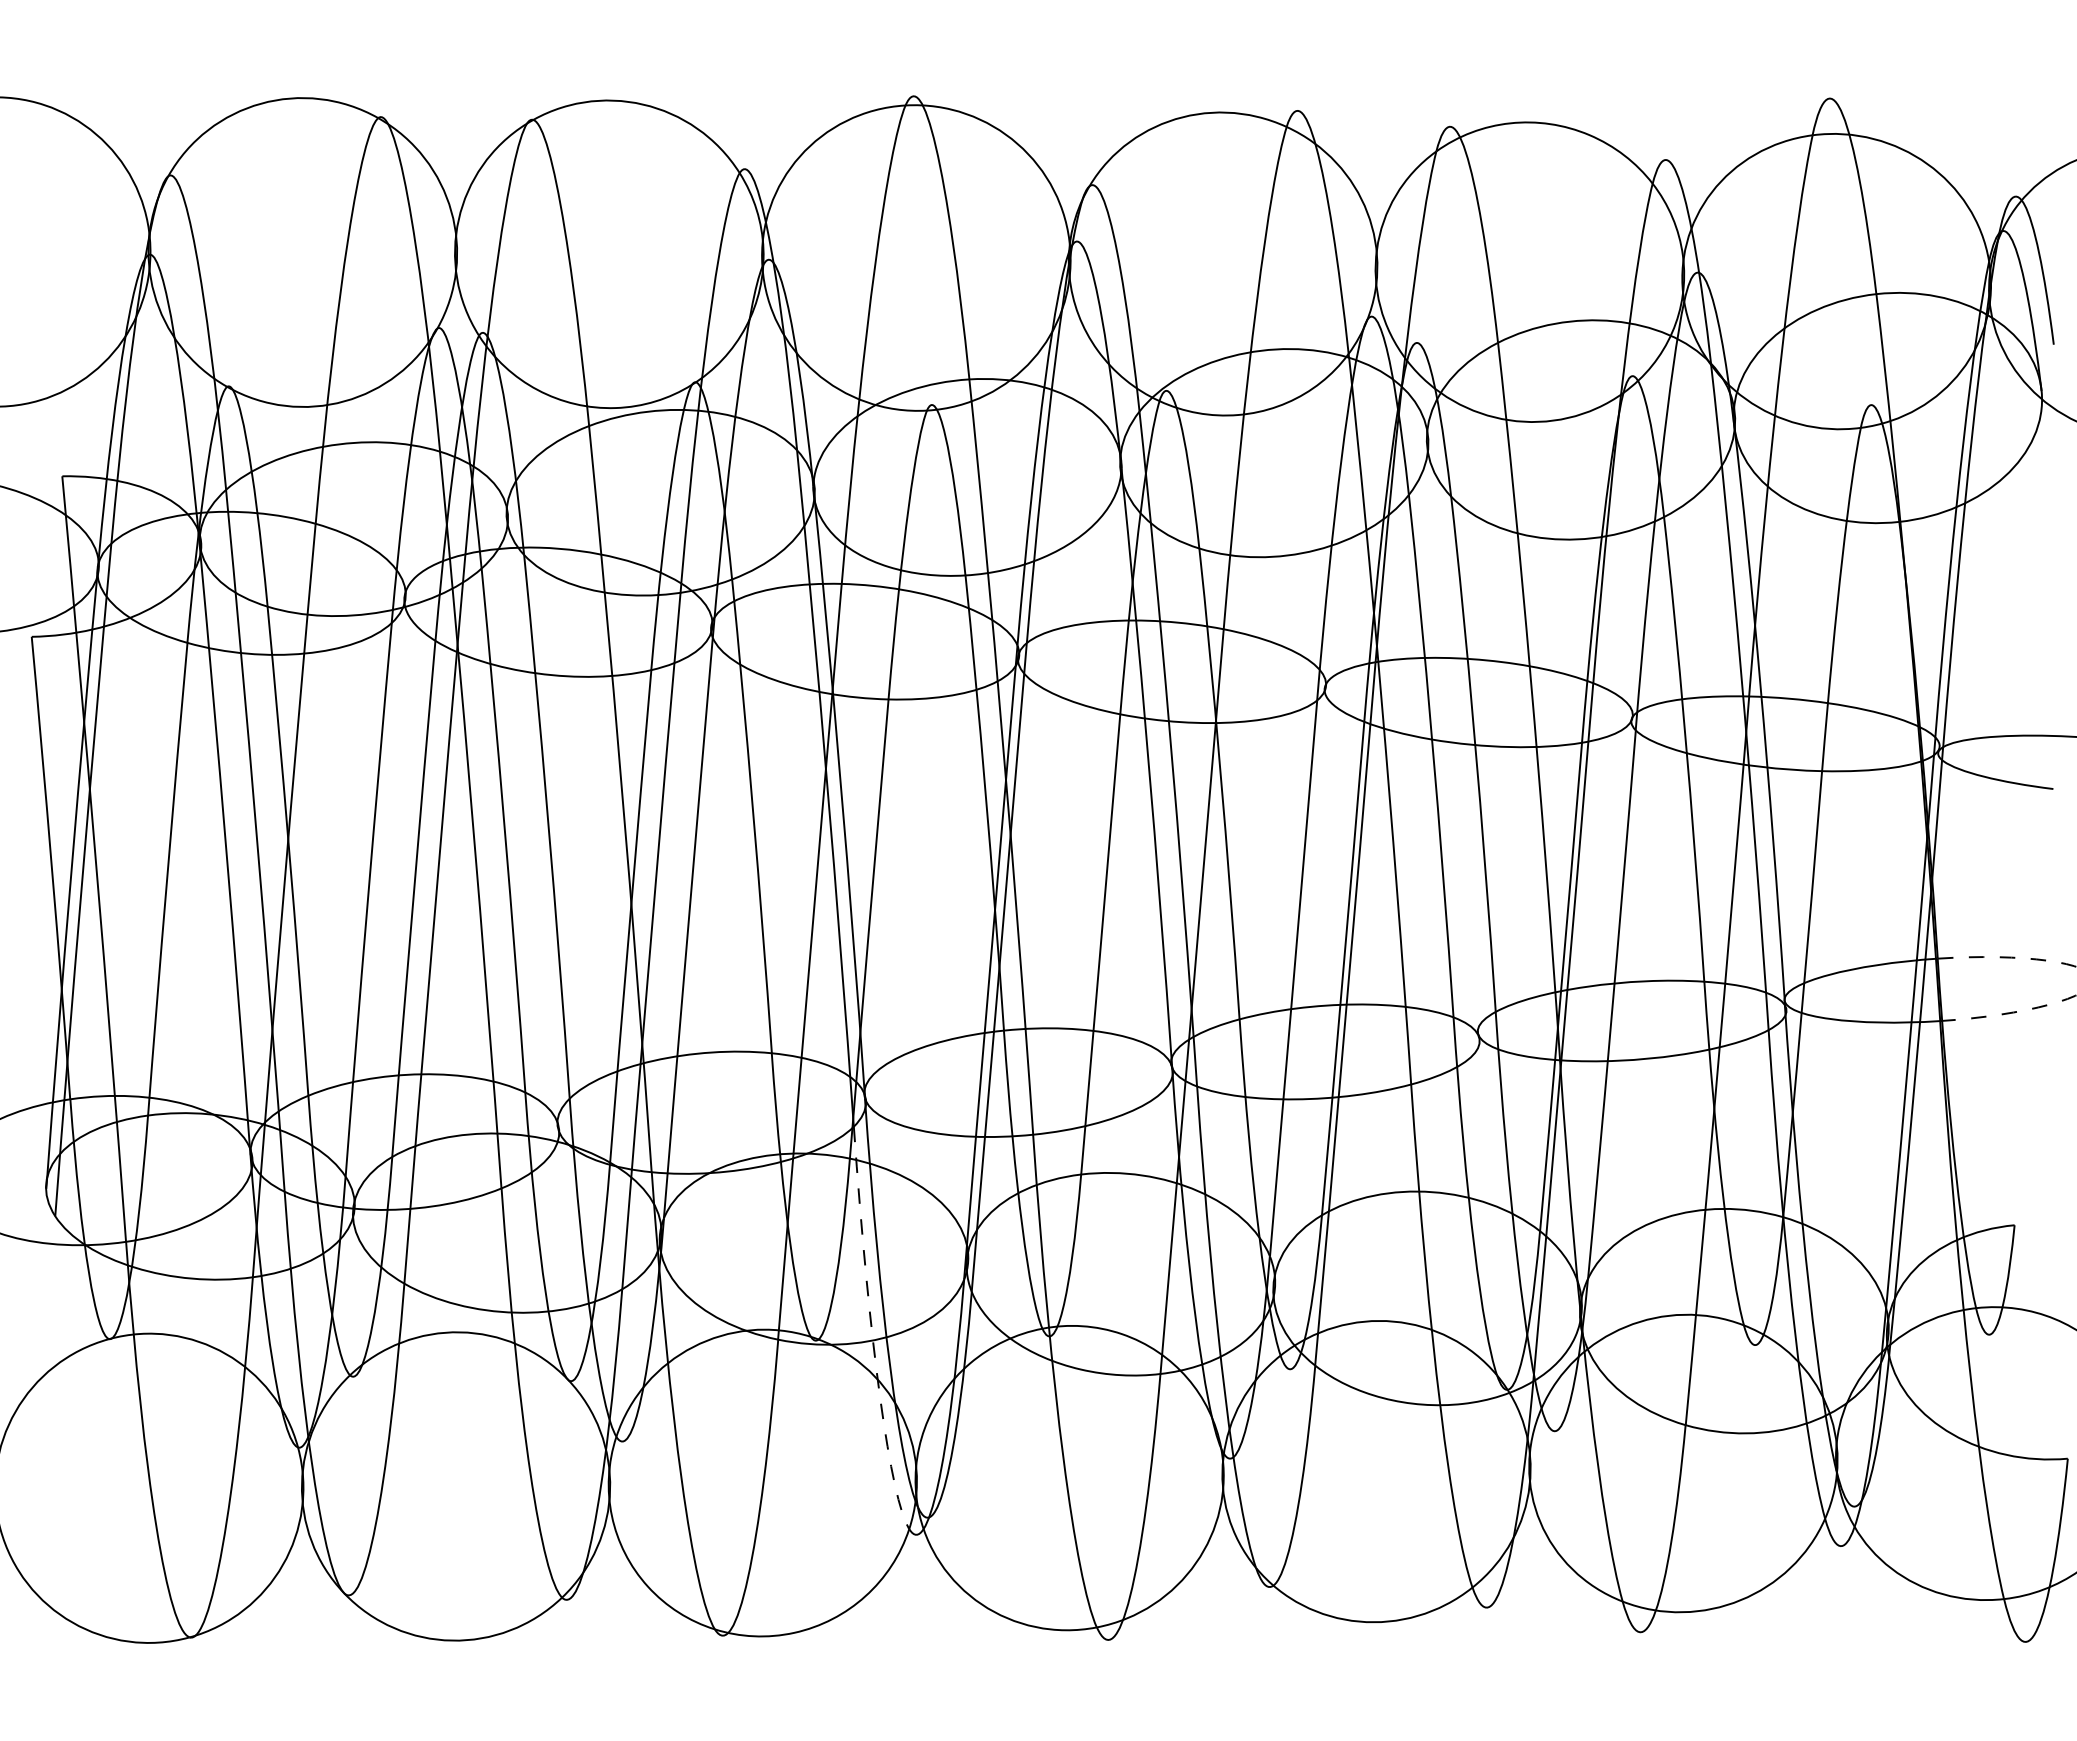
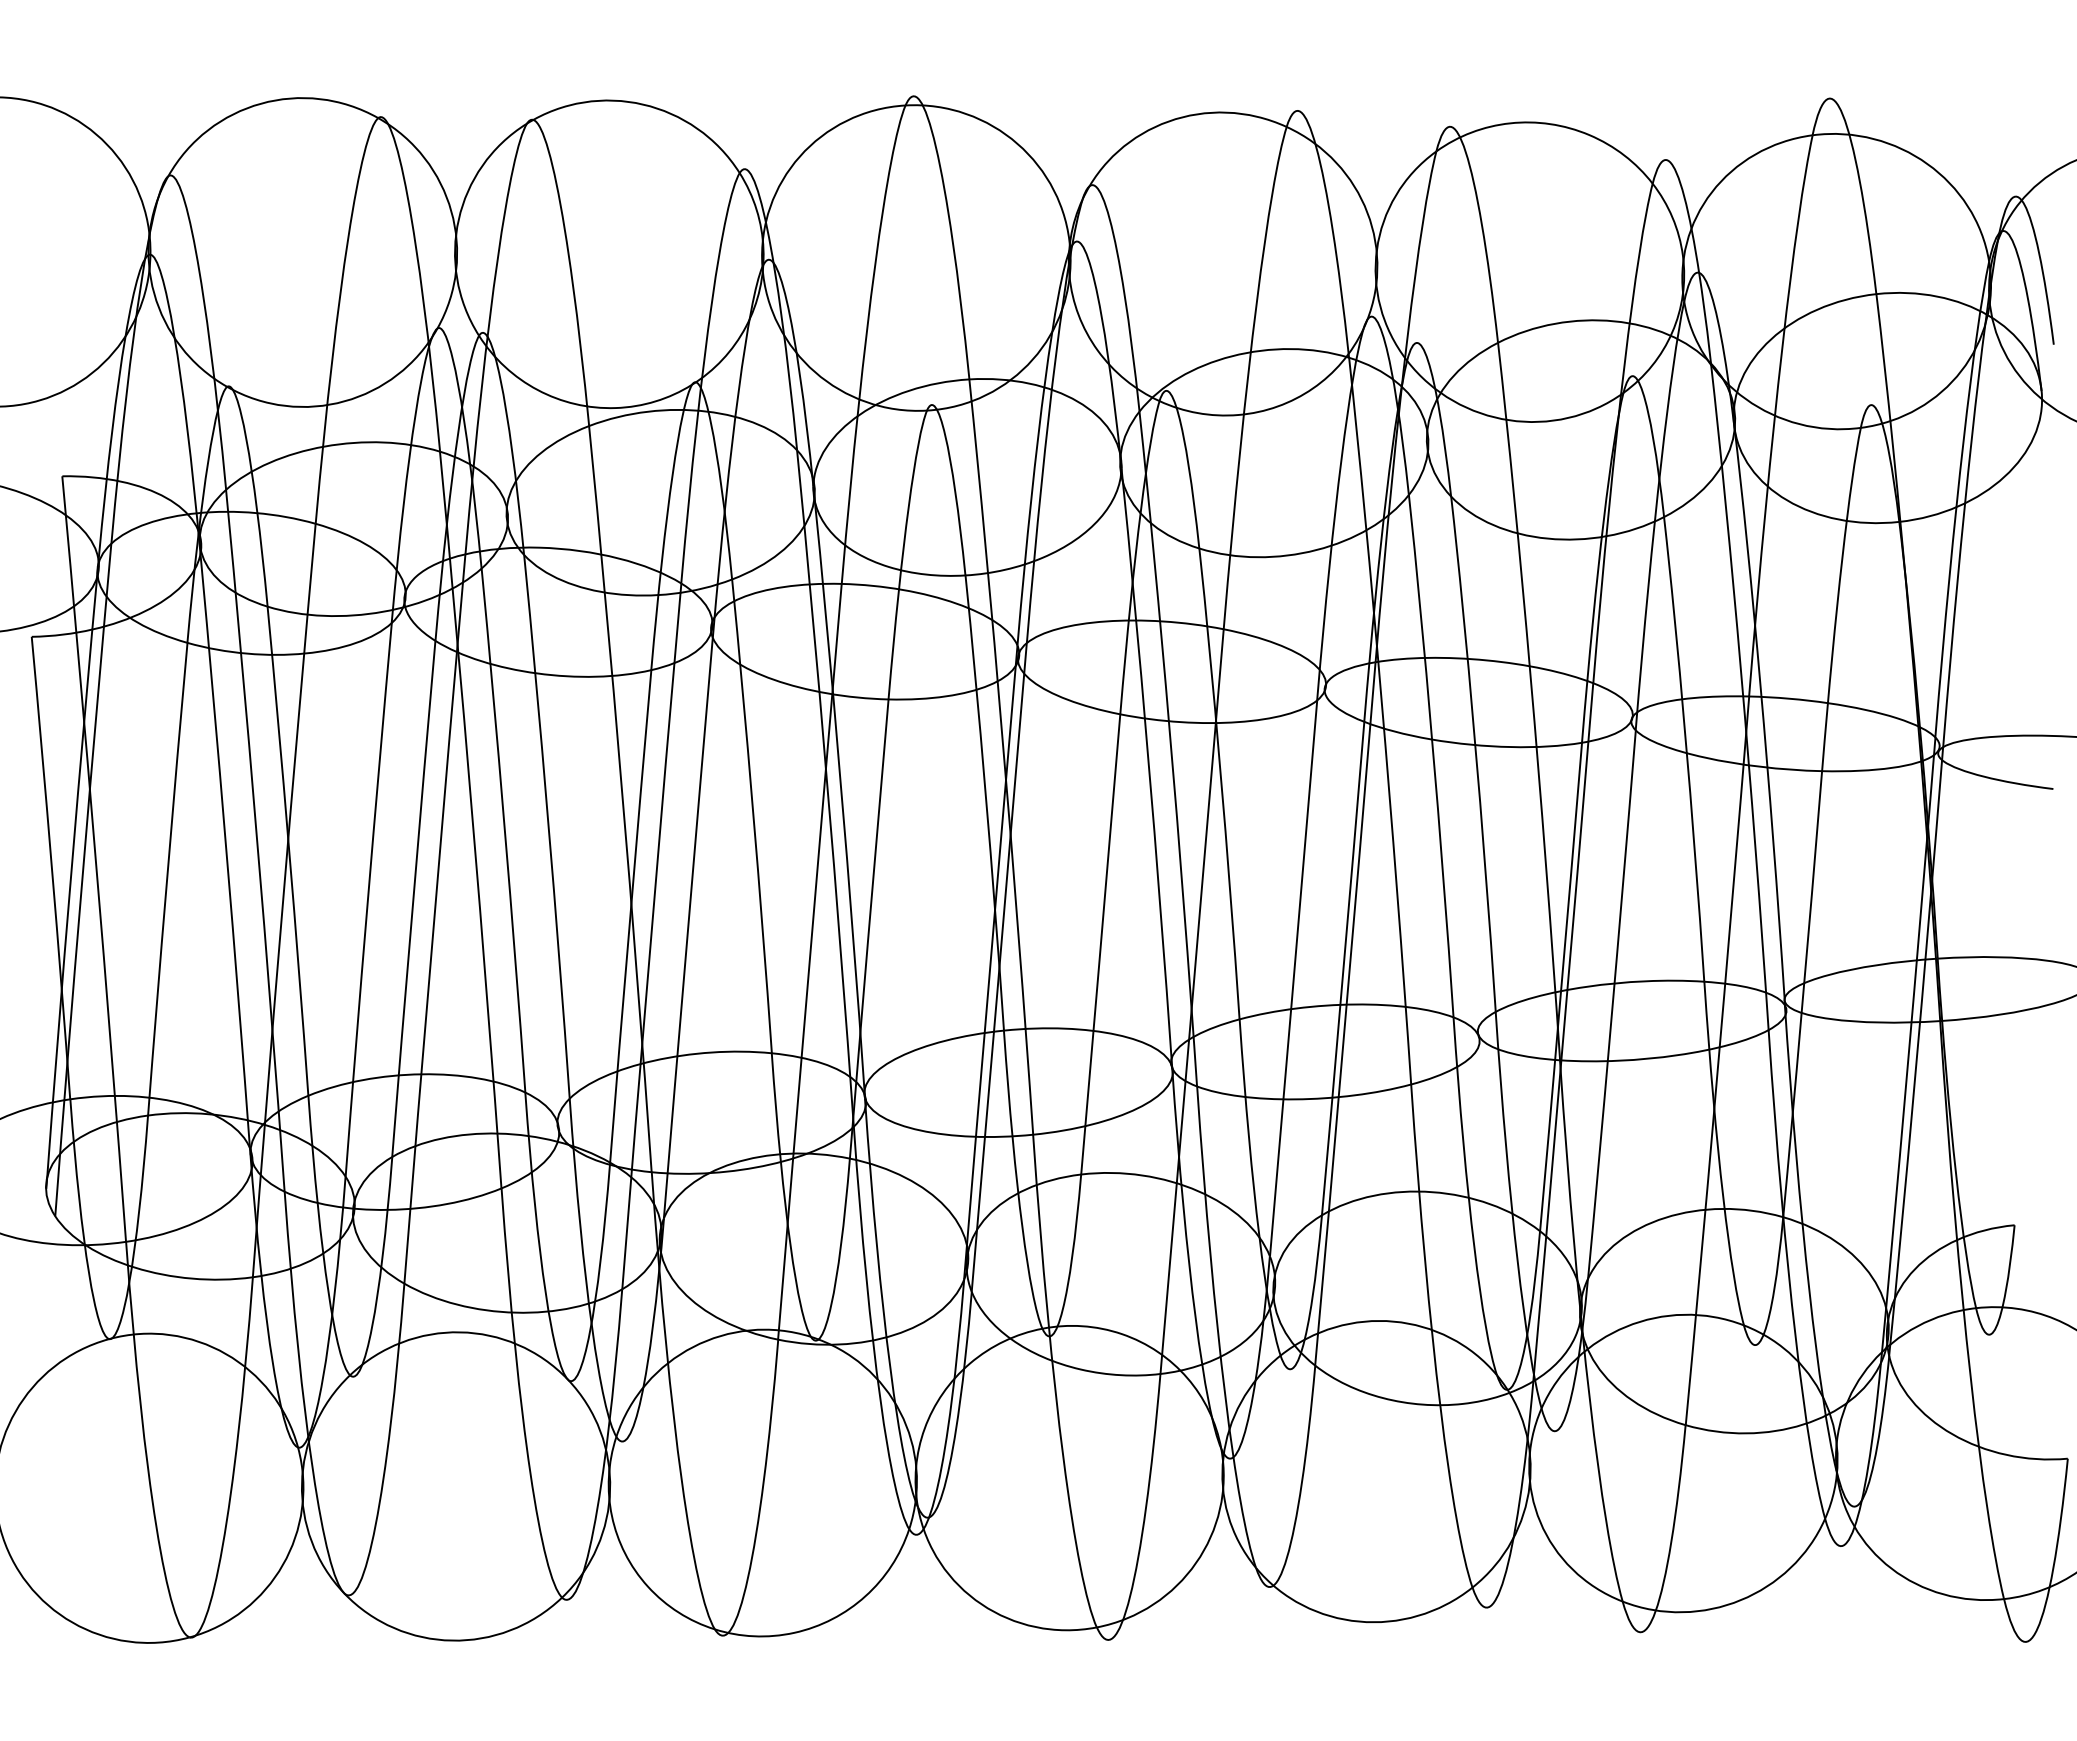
arc at (2076, 966): dashed -> solid
arc at (872, 1336): dashed -> solid
